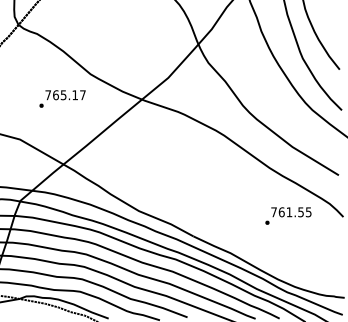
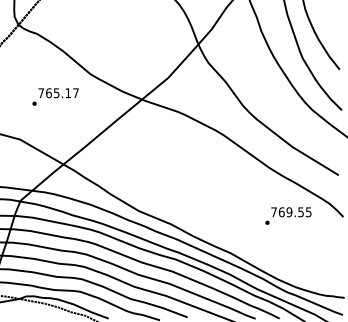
text at (62, 98) position: (62, 98) -> (55, 96)
text at (289, 212): 761.55 -> 769.55
